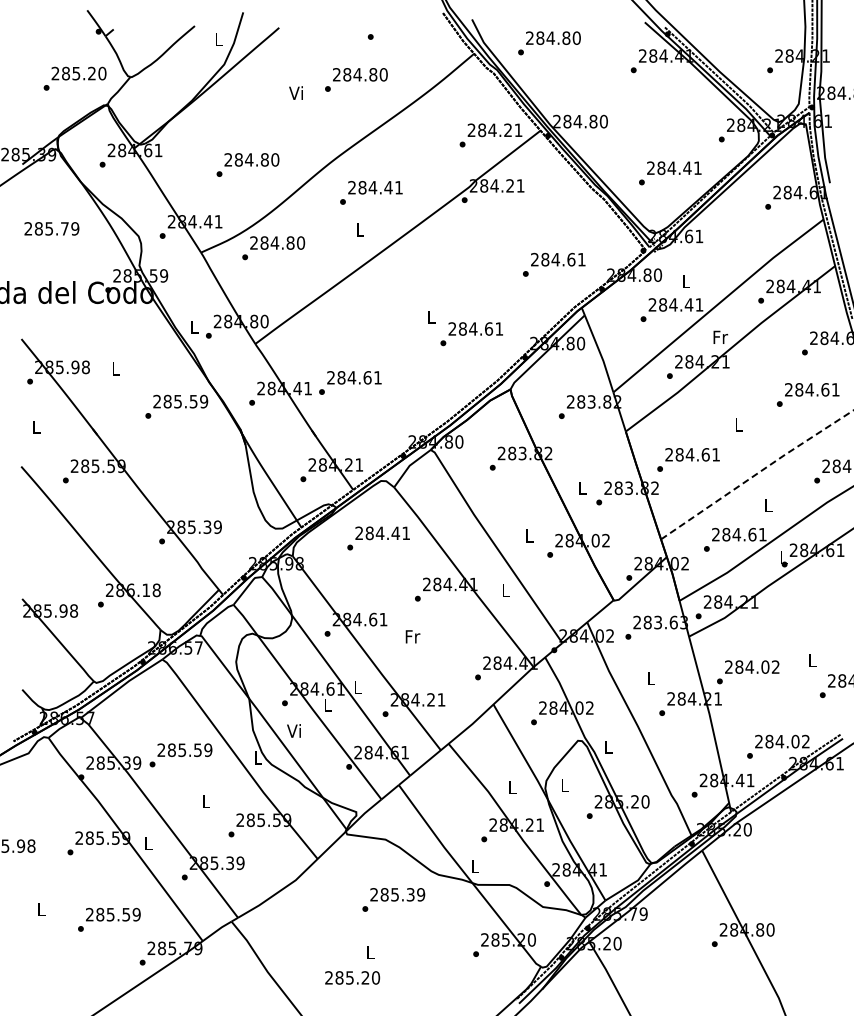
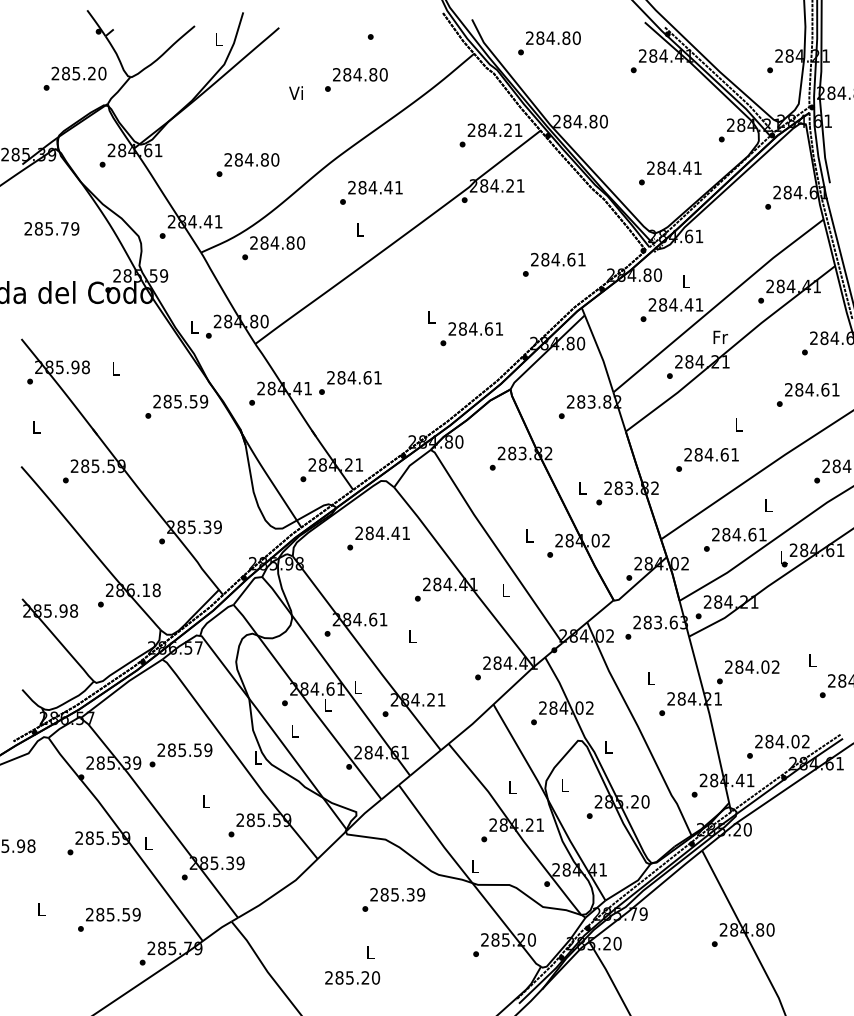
text at (688, 459) position: (688, 459) -> (707, 459)
line at (757, 473): dashed -> solid
text at (412, 636): Fr -> L
text at (293, 730): Vi -> L
